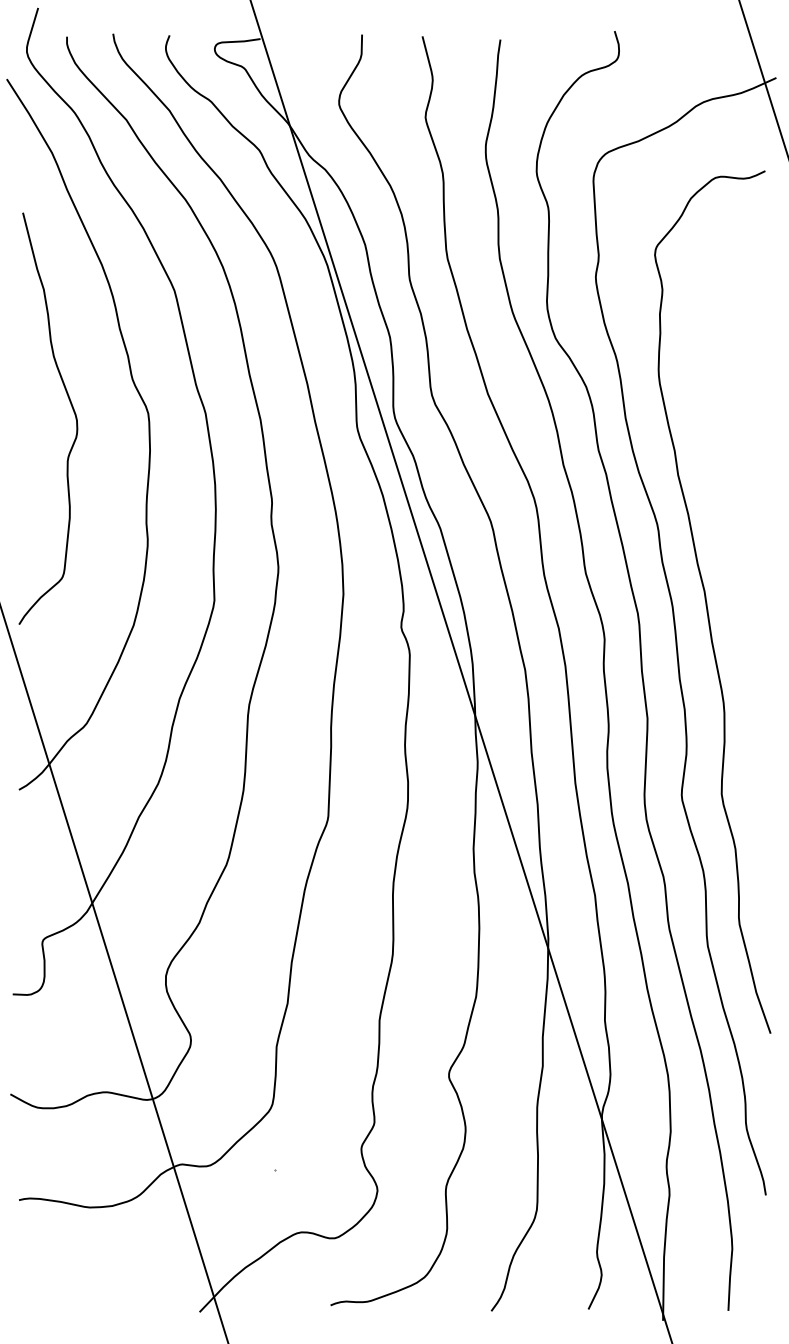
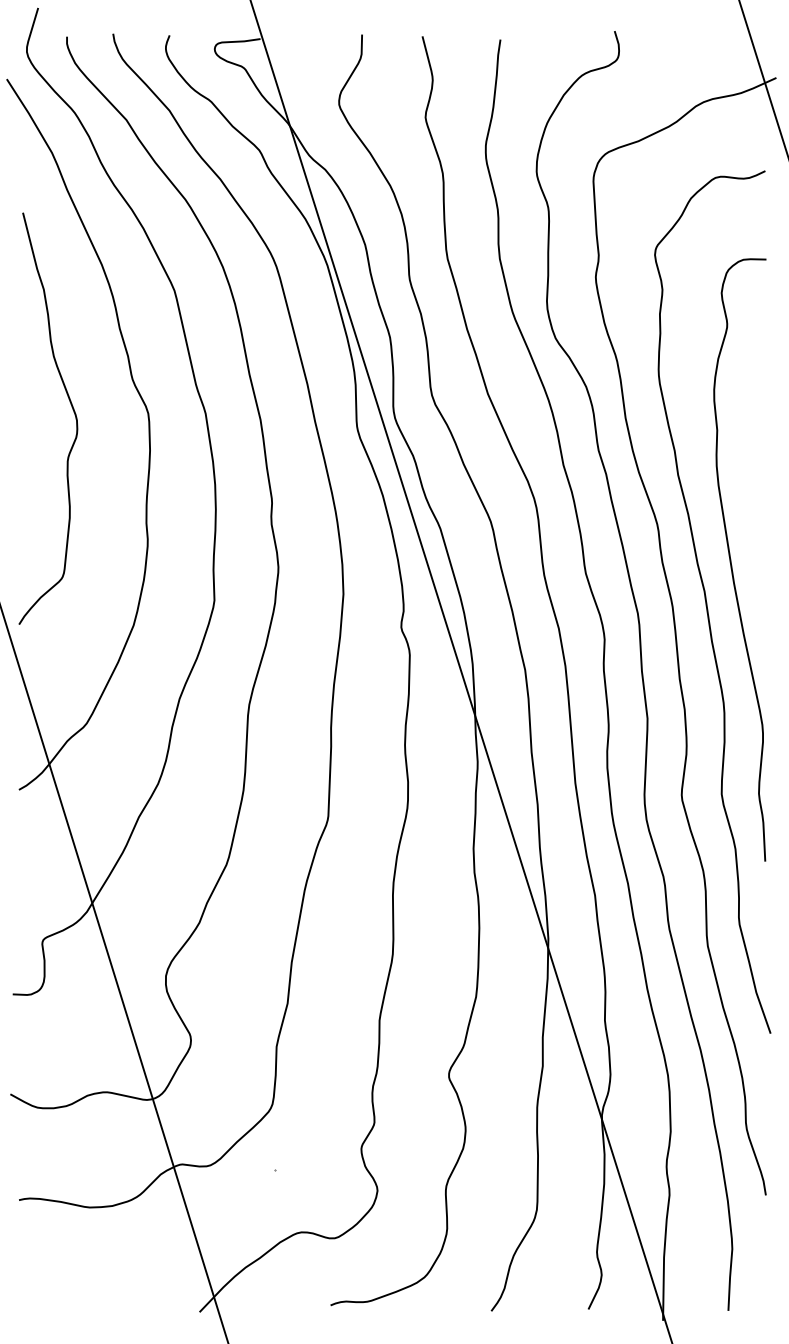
curve at (731, 559): none -> present
